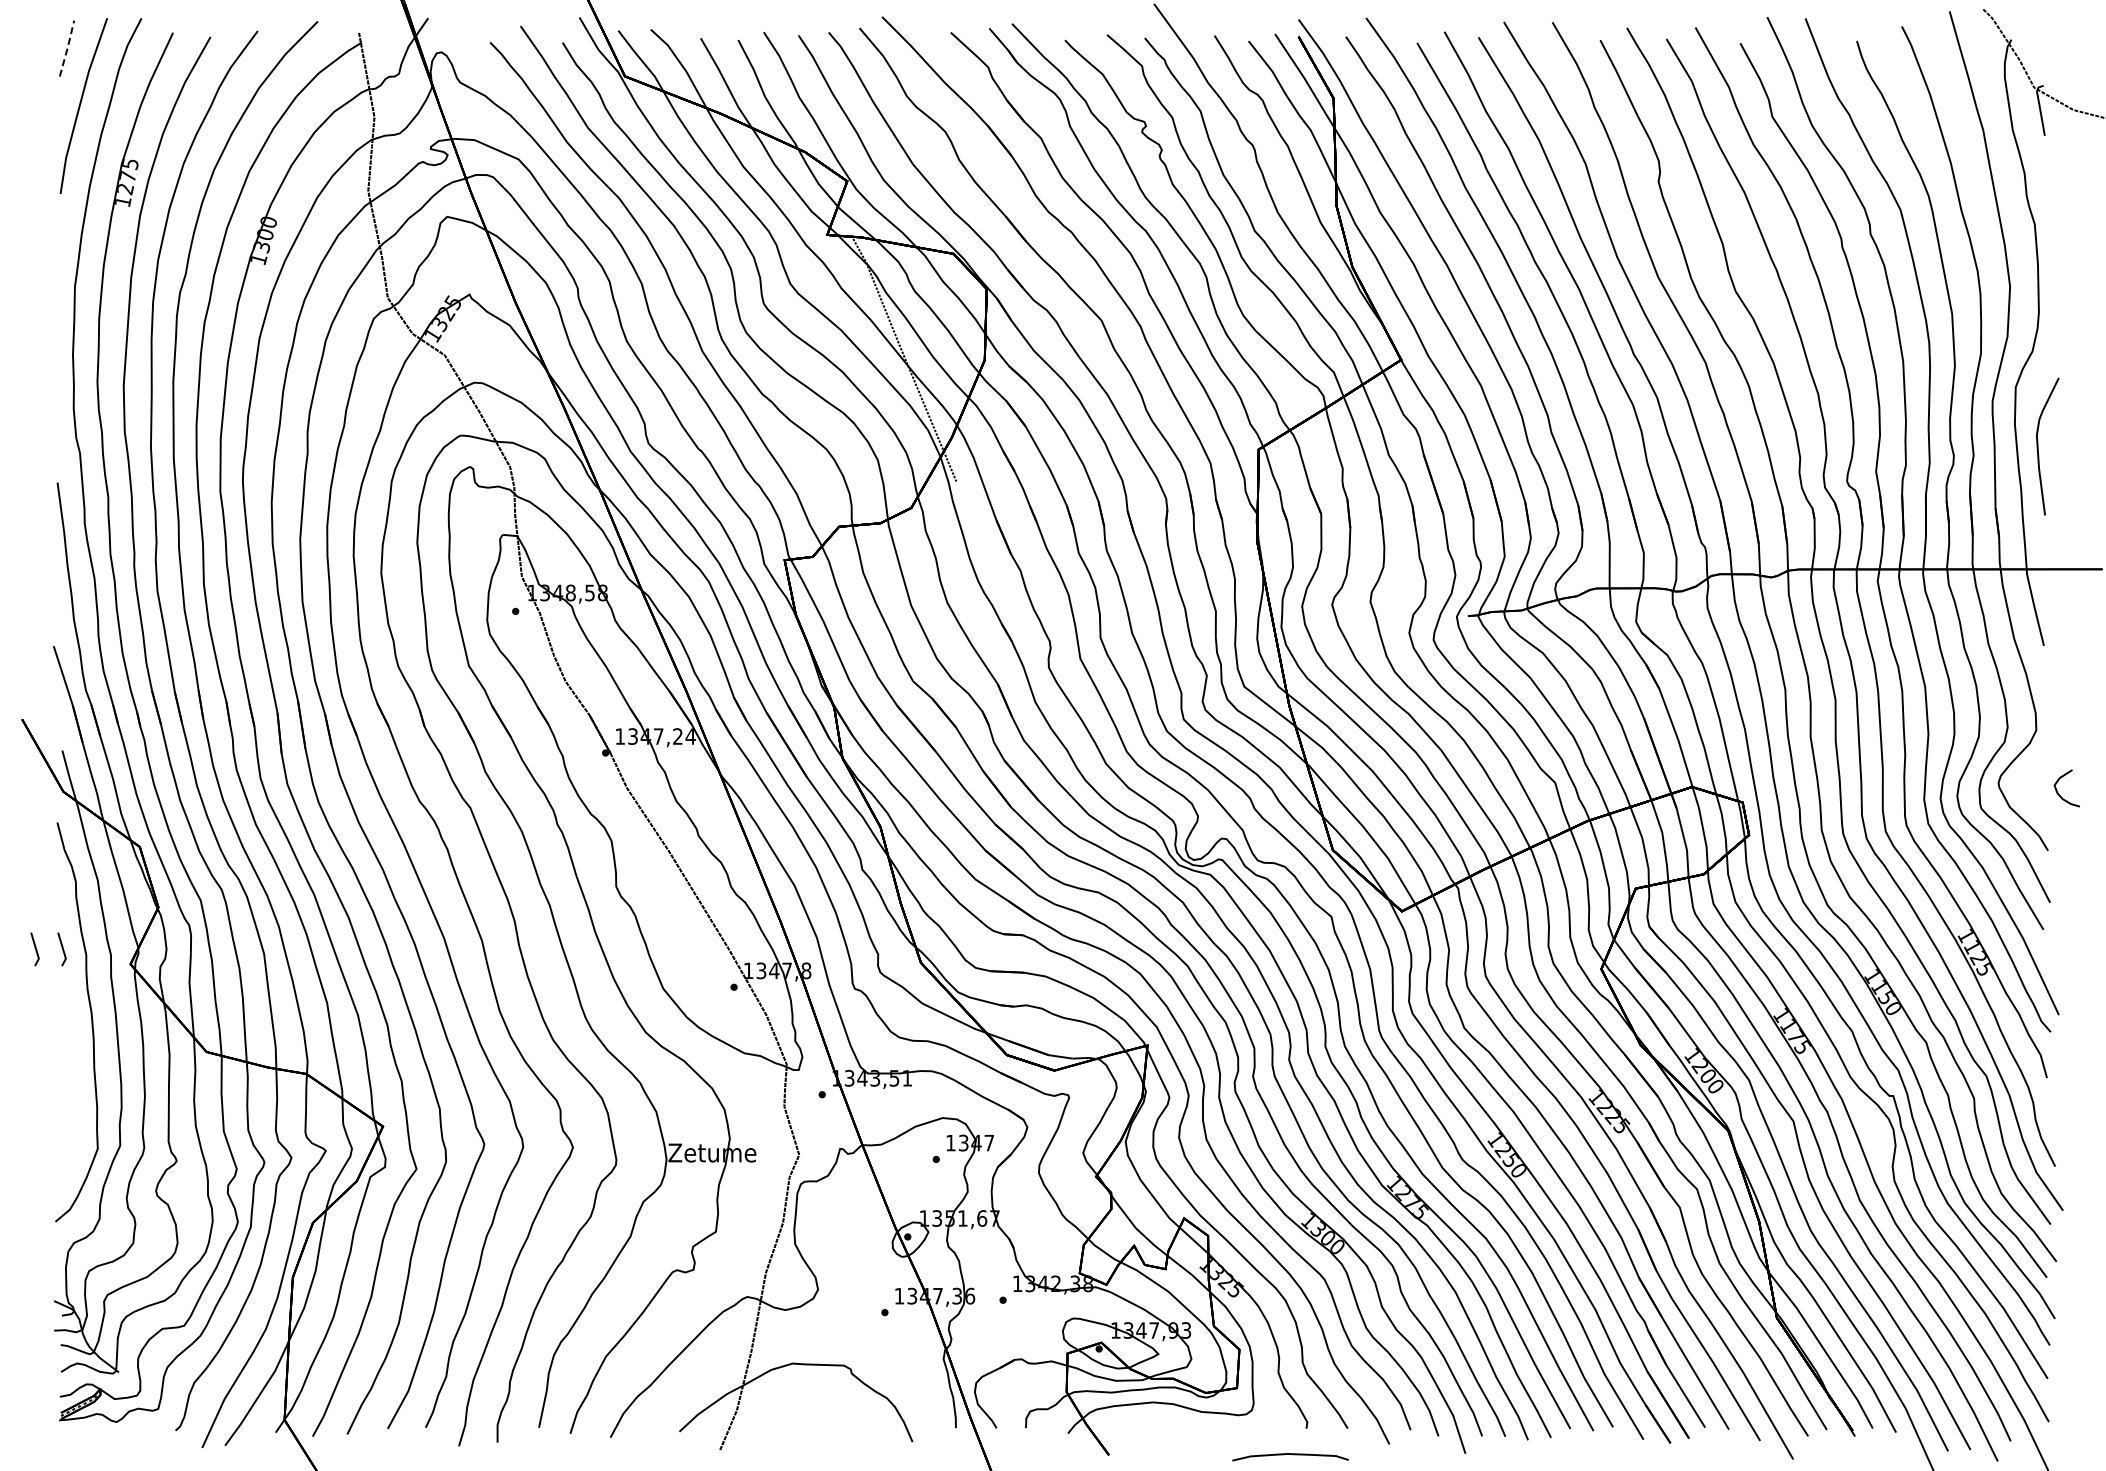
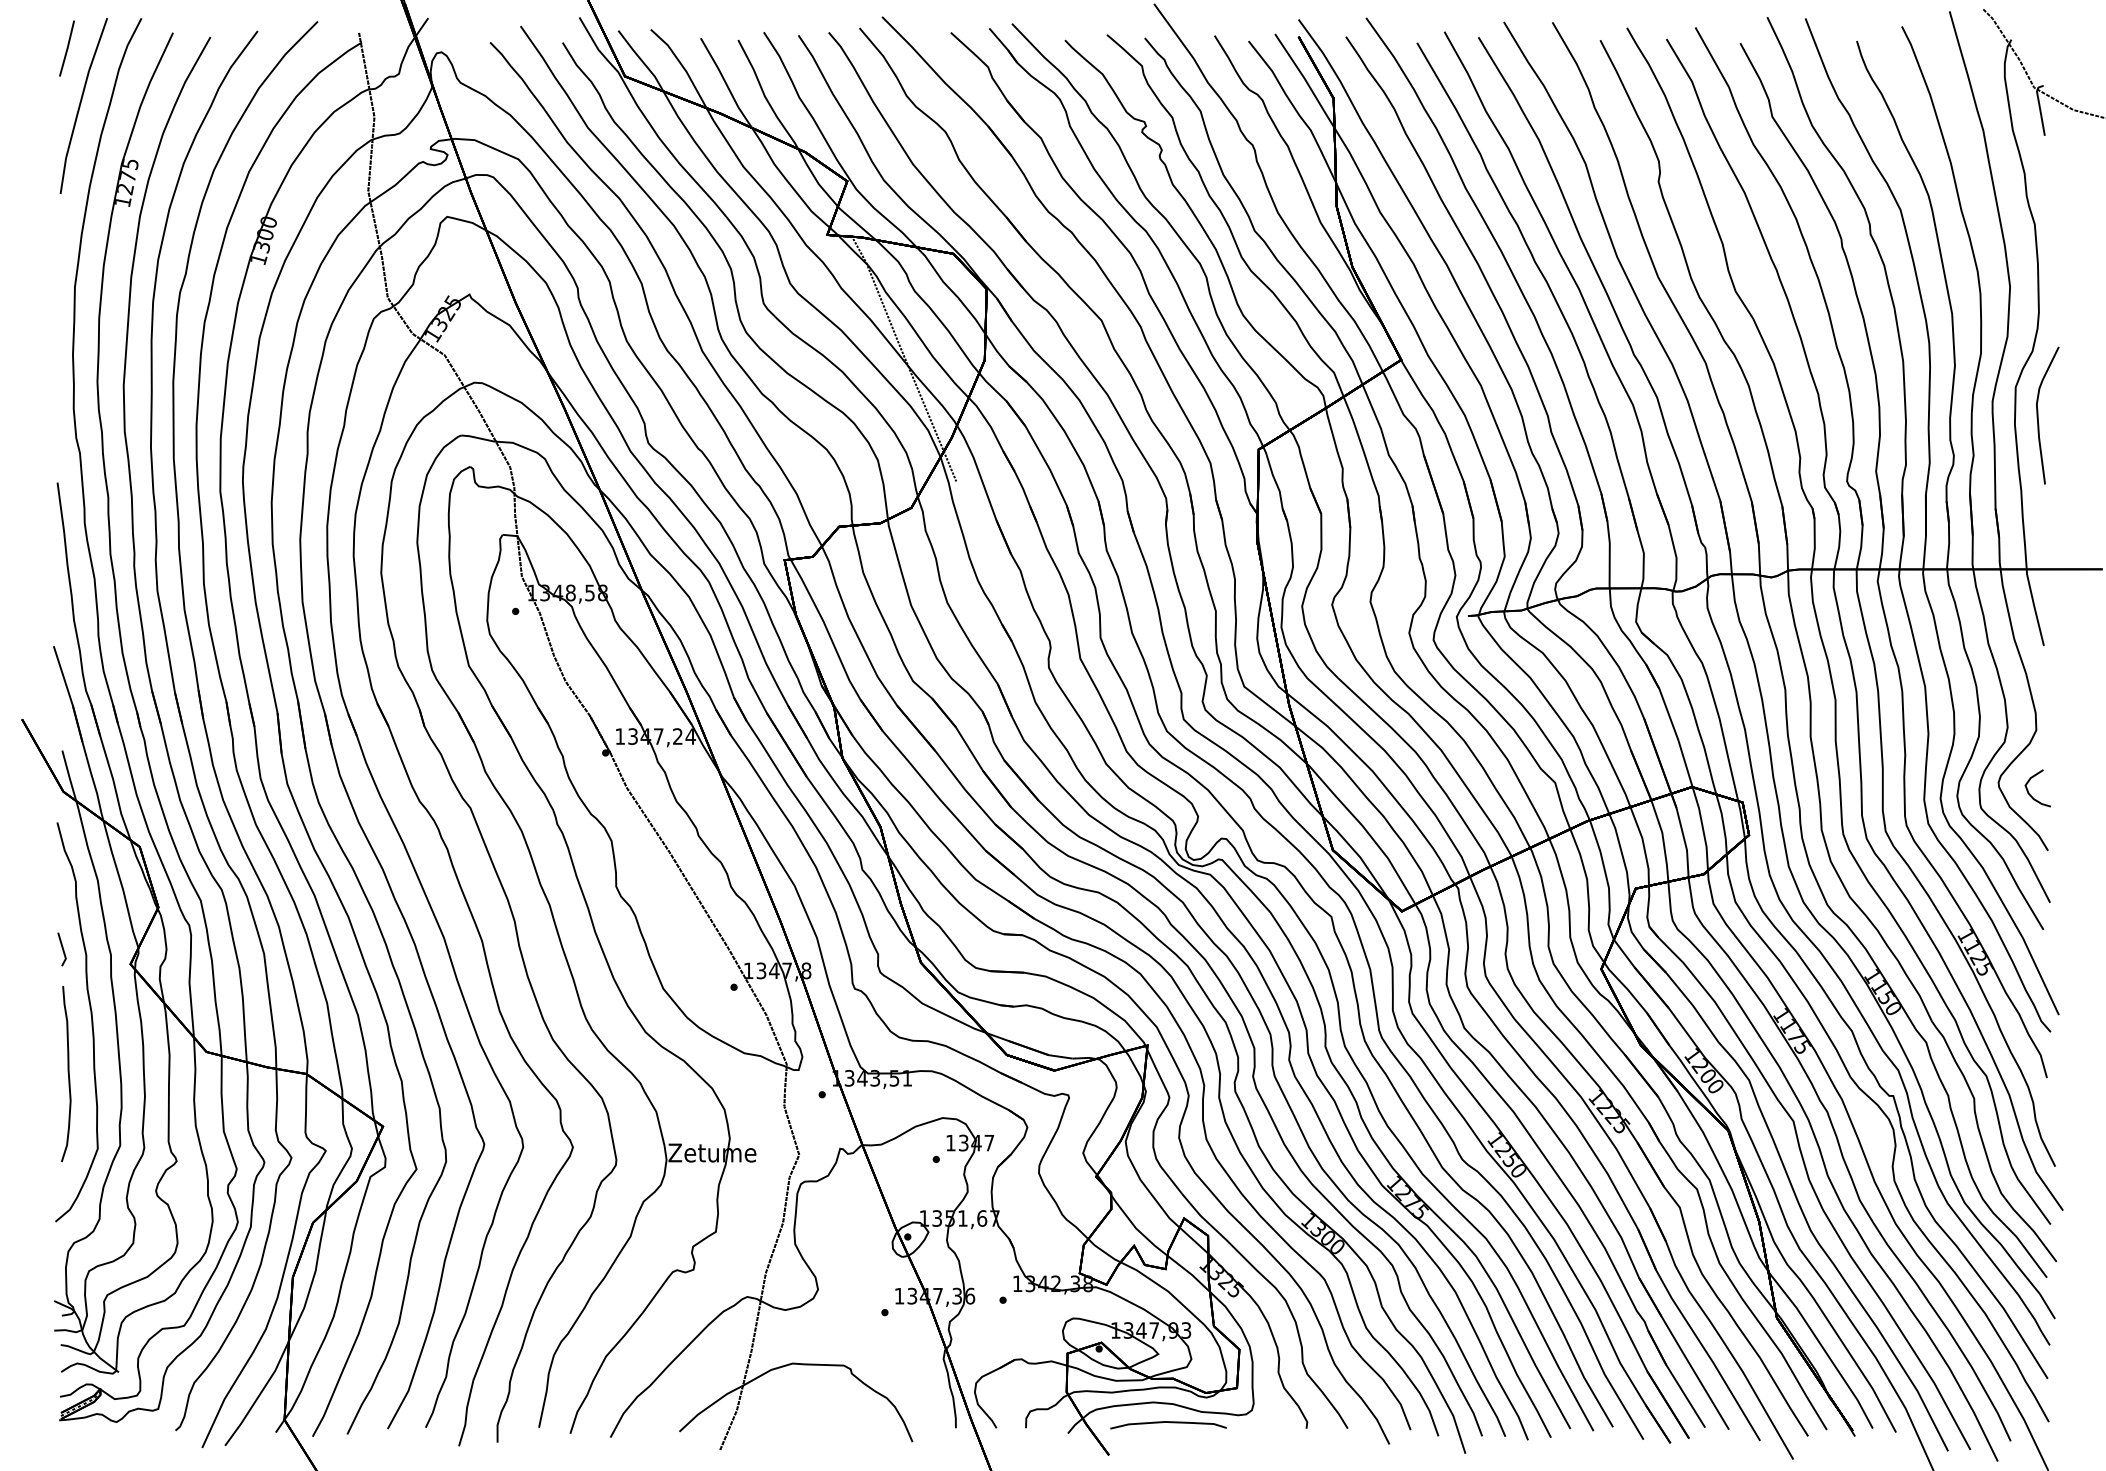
line at (67, 48): dashed -> solid
curve at (2038, 446) position: (2038, 446) -> (2038, 415)
curve at (2058, 792) position: (2058, 792) -> (2029, 792)
line at (34, 948): present -> none
curve at (67, 1073): none -> present
curve at (1292, 1455) position: (1292, 1455) -> (1170, 1423)
